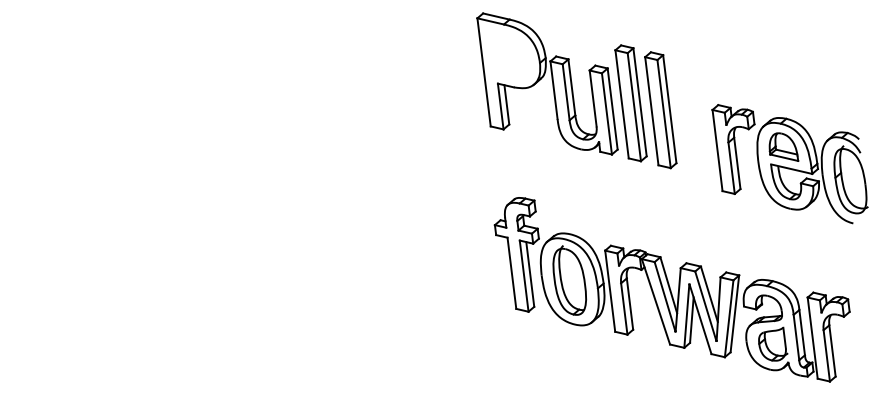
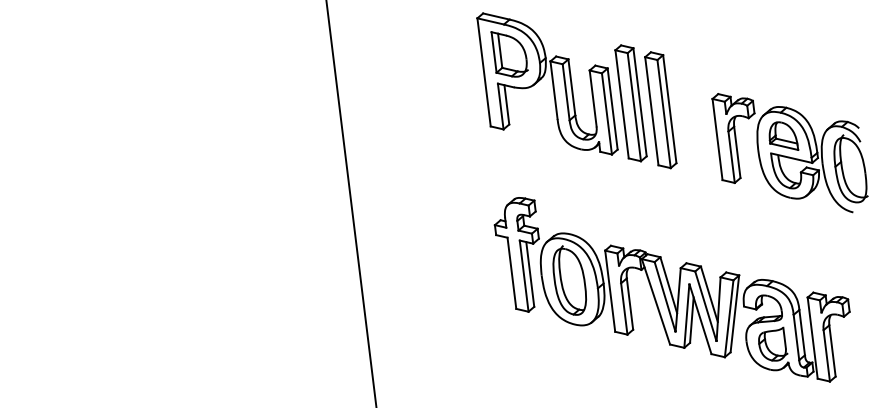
part at (509, 54): none -> present
part at (789, 164) position: (789, 164) -> (789, 153)
line at (351, 203): none -> present
